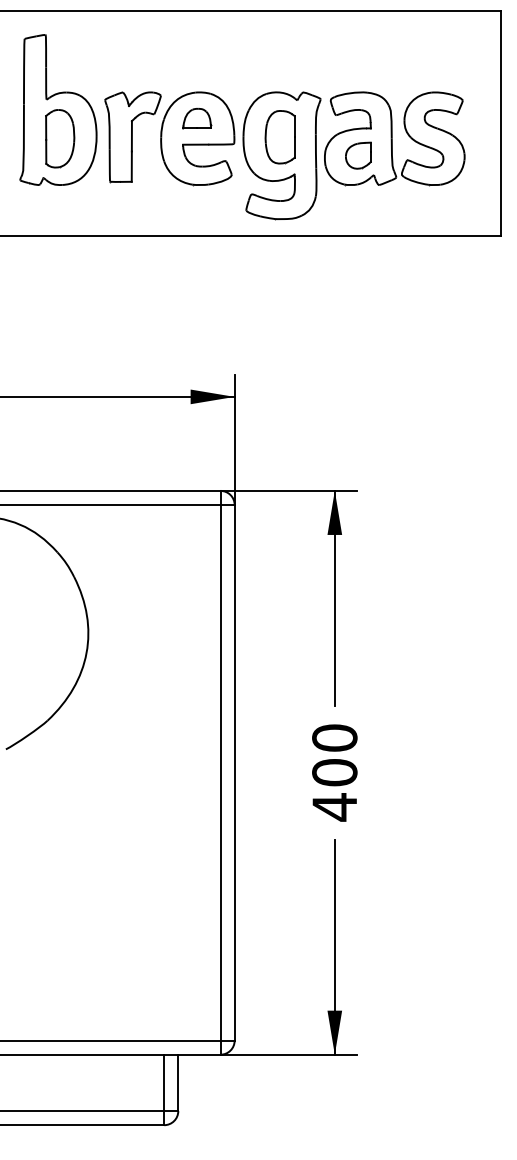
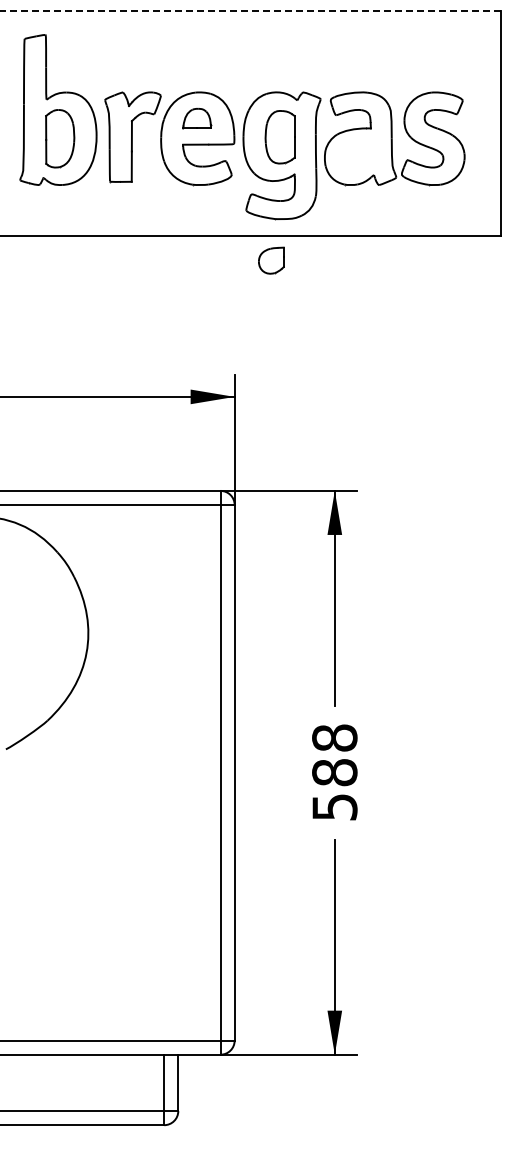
line at (251, 11): solid -> dashed
part at (358, 155) position: (358, 155) -> (271, 260)
text at (334, 772): 400 -> 588
